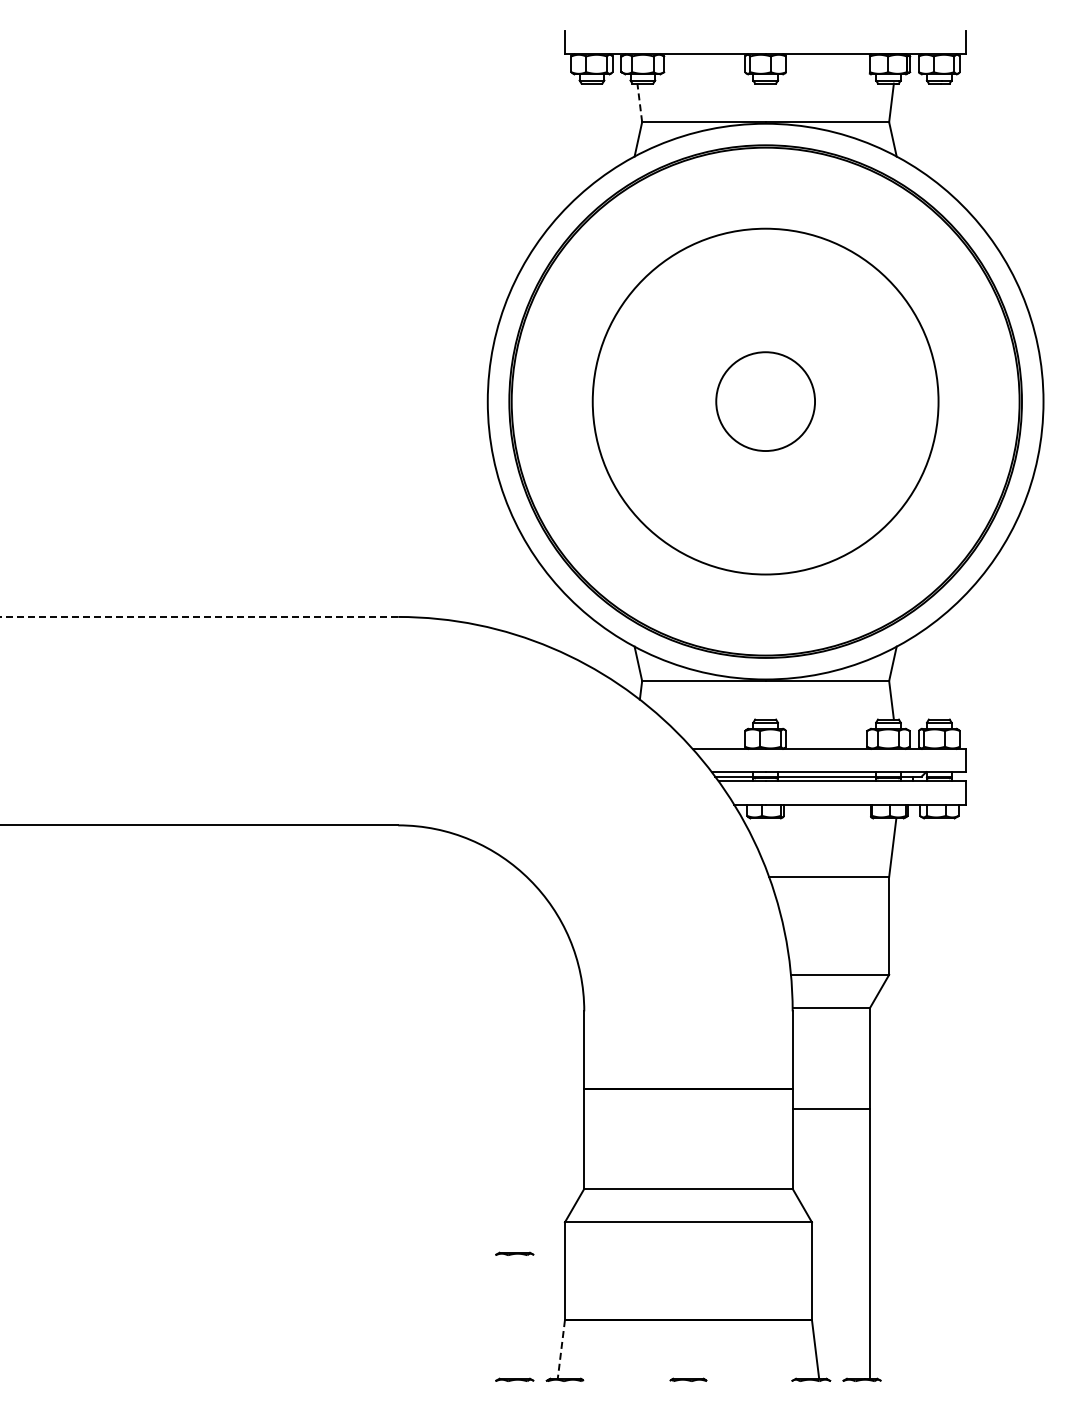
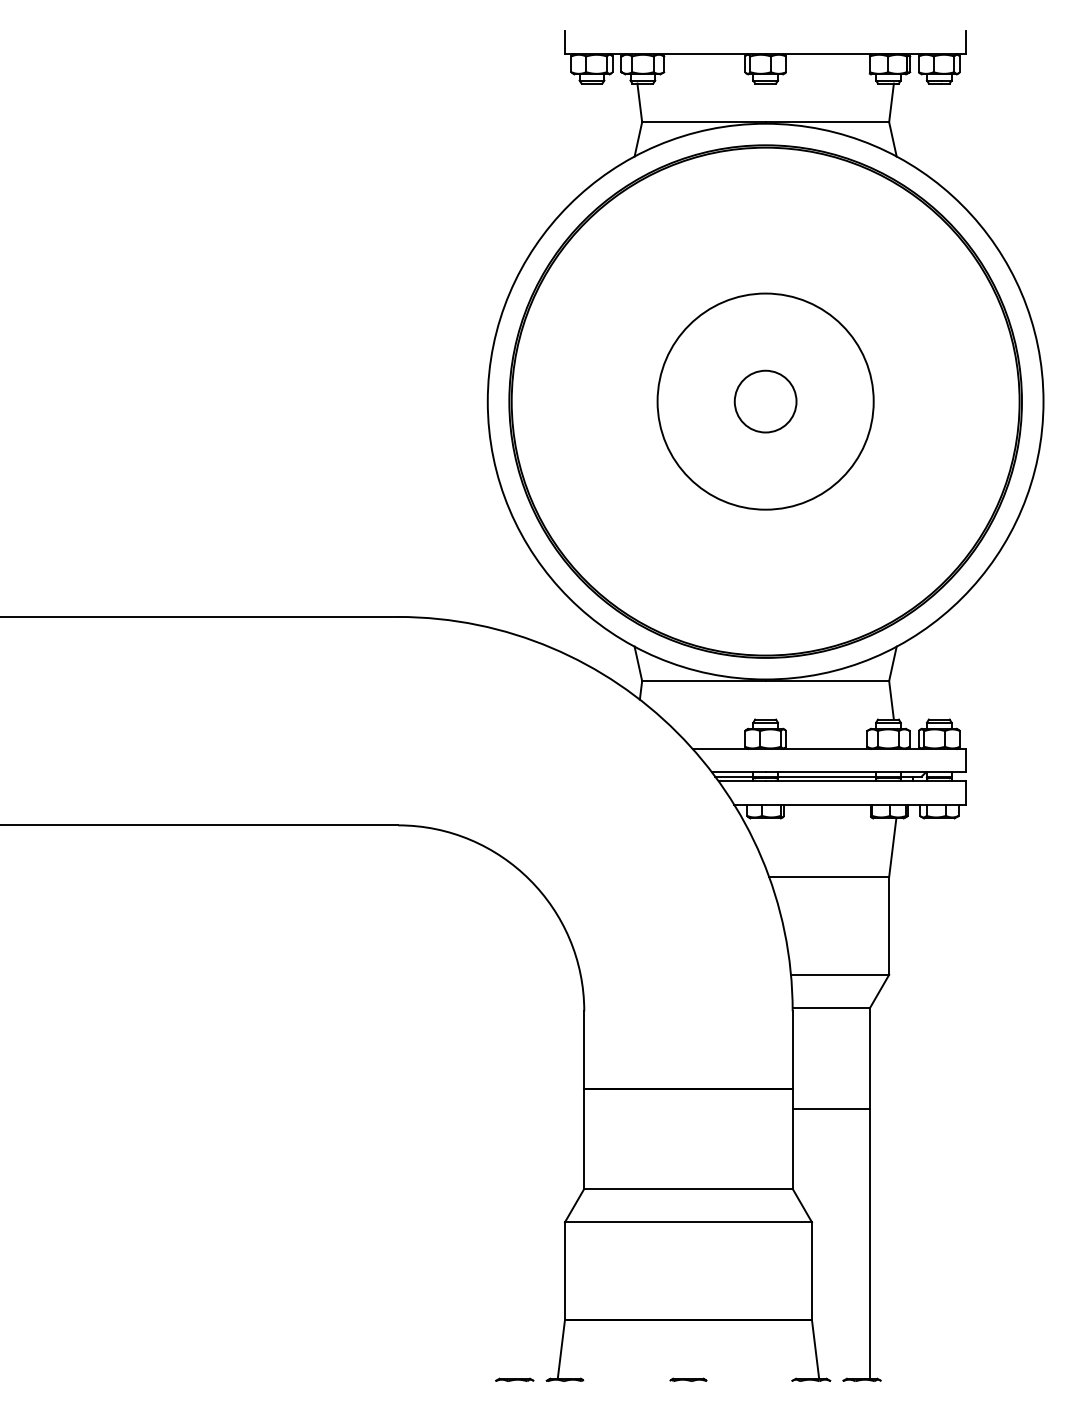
line at (639, 102): dashed -> solid
circle at (765, 401) diameter: 346 px -> 216 px
circle at (765, 401) diameter: 99 px -> 62 px
line at (199, 616): dashed -> solid
line at (514, 1253): present -> none
line at (561, 1349): dashed -> solid
